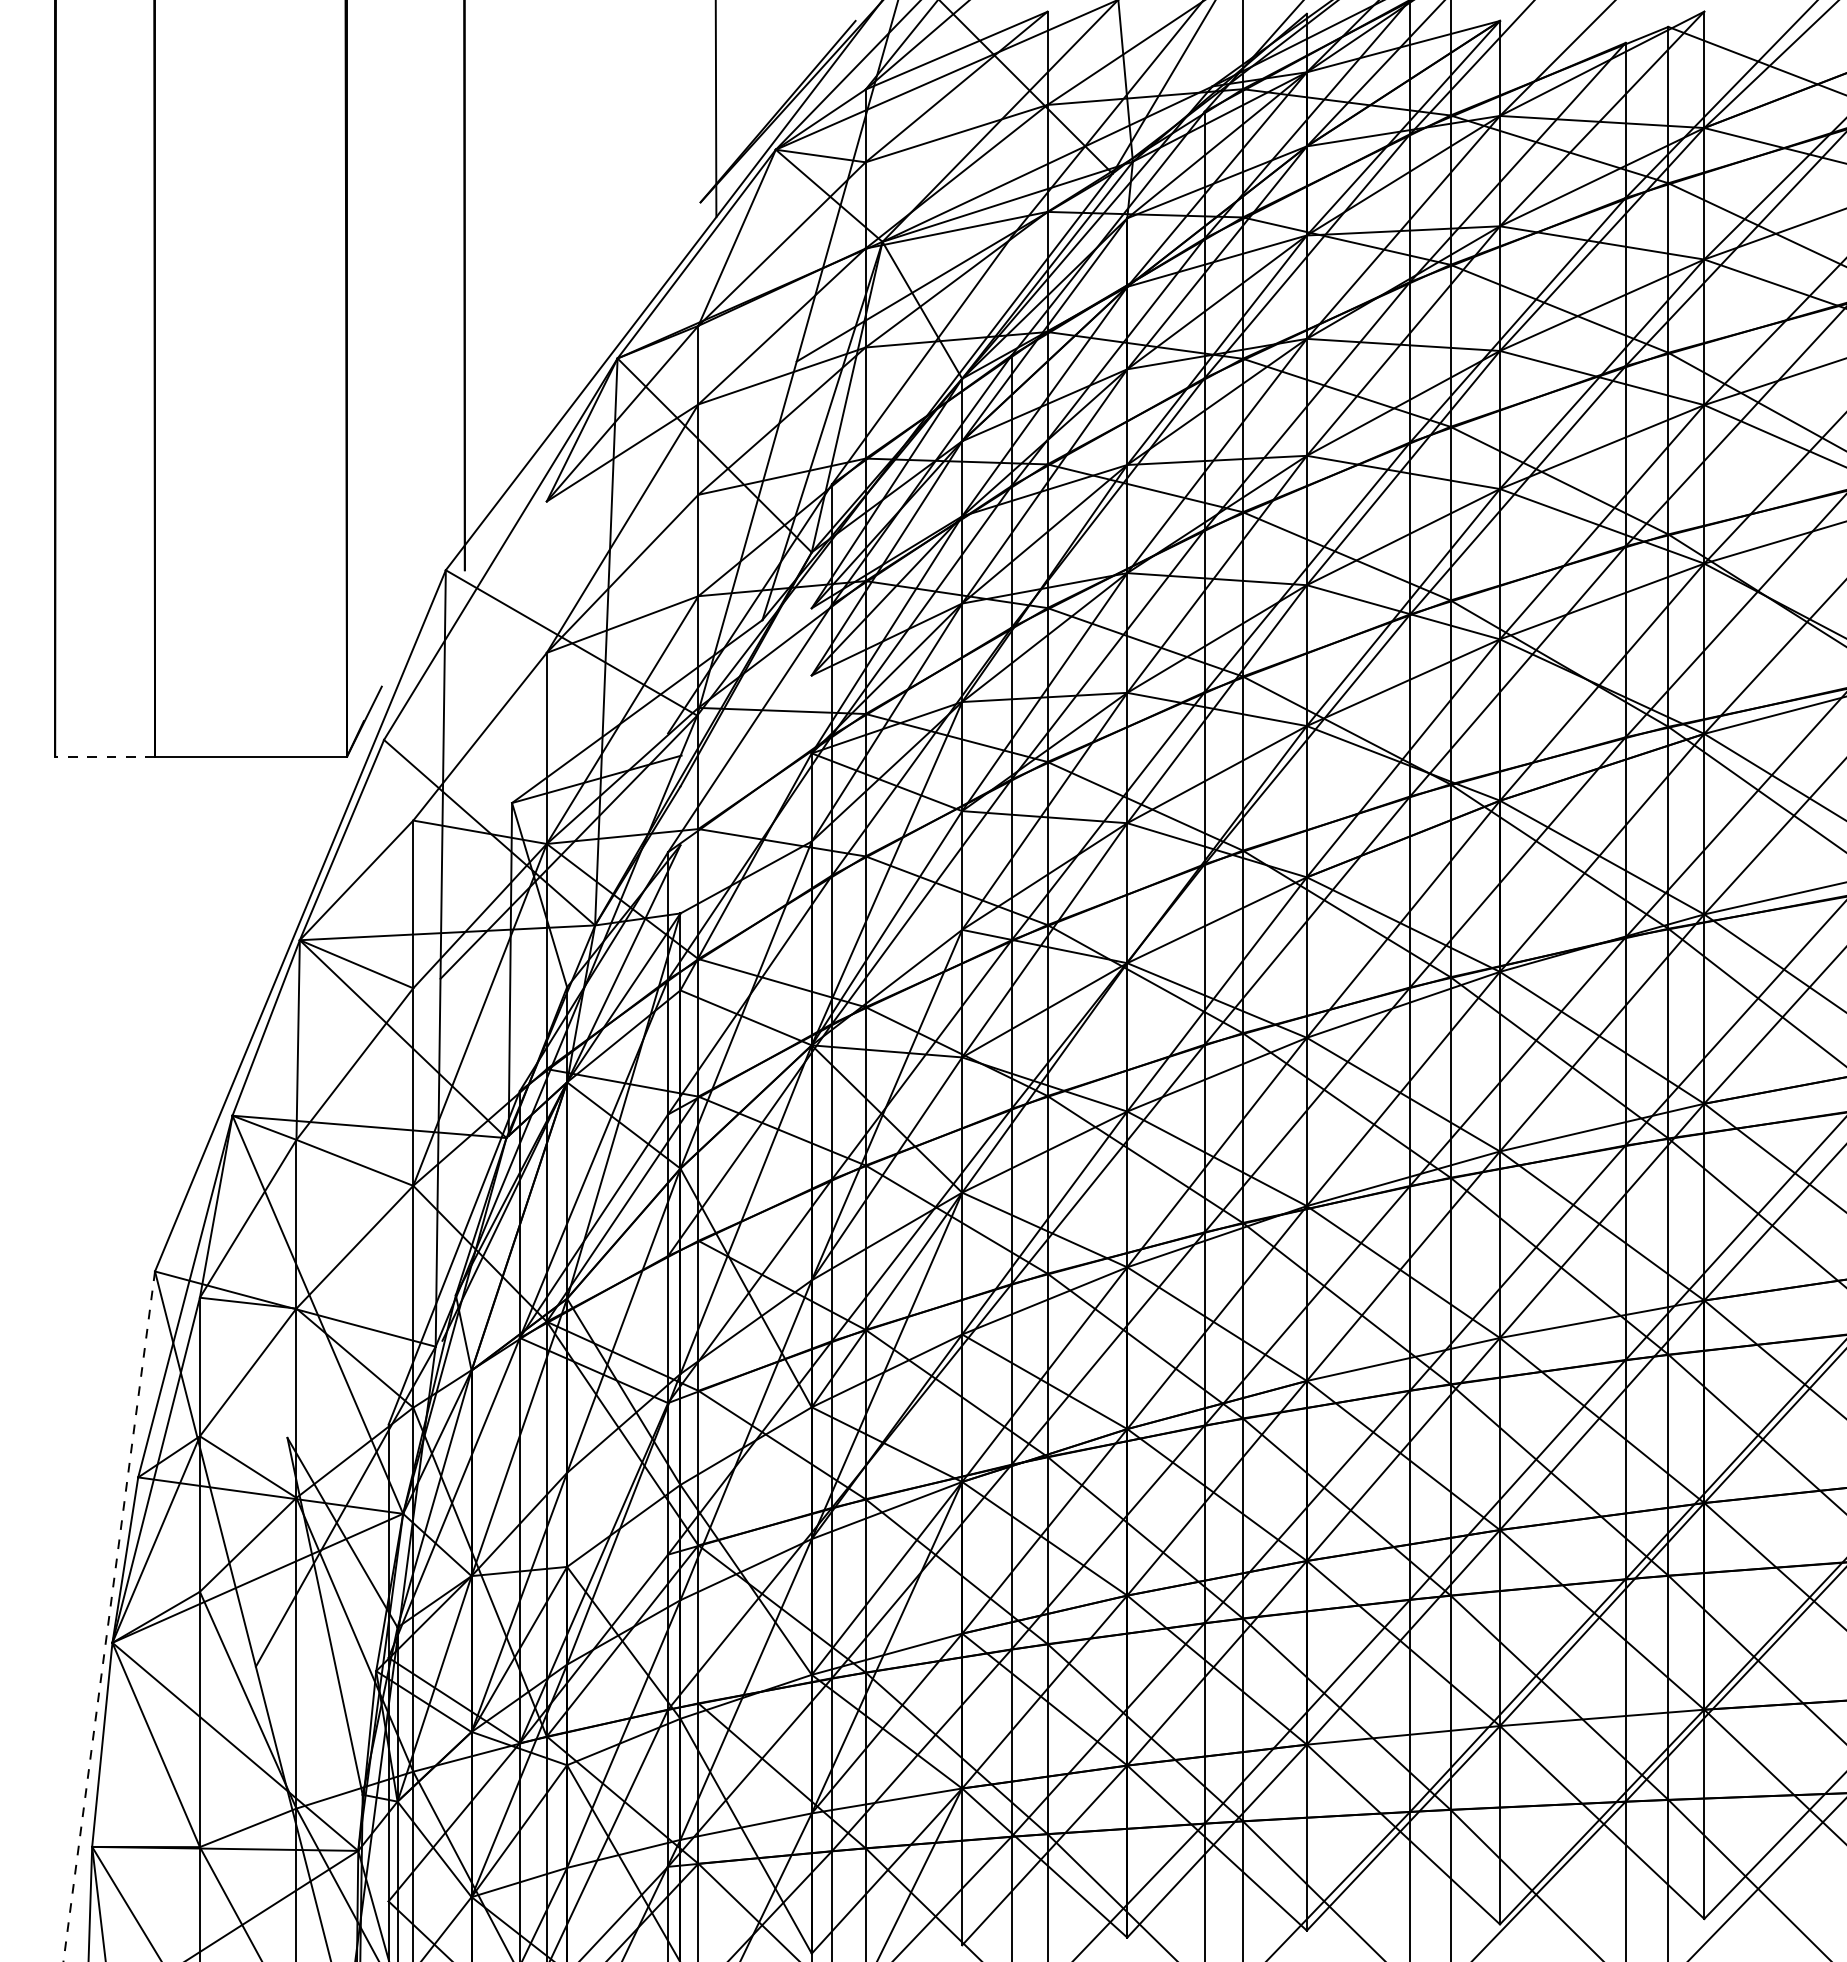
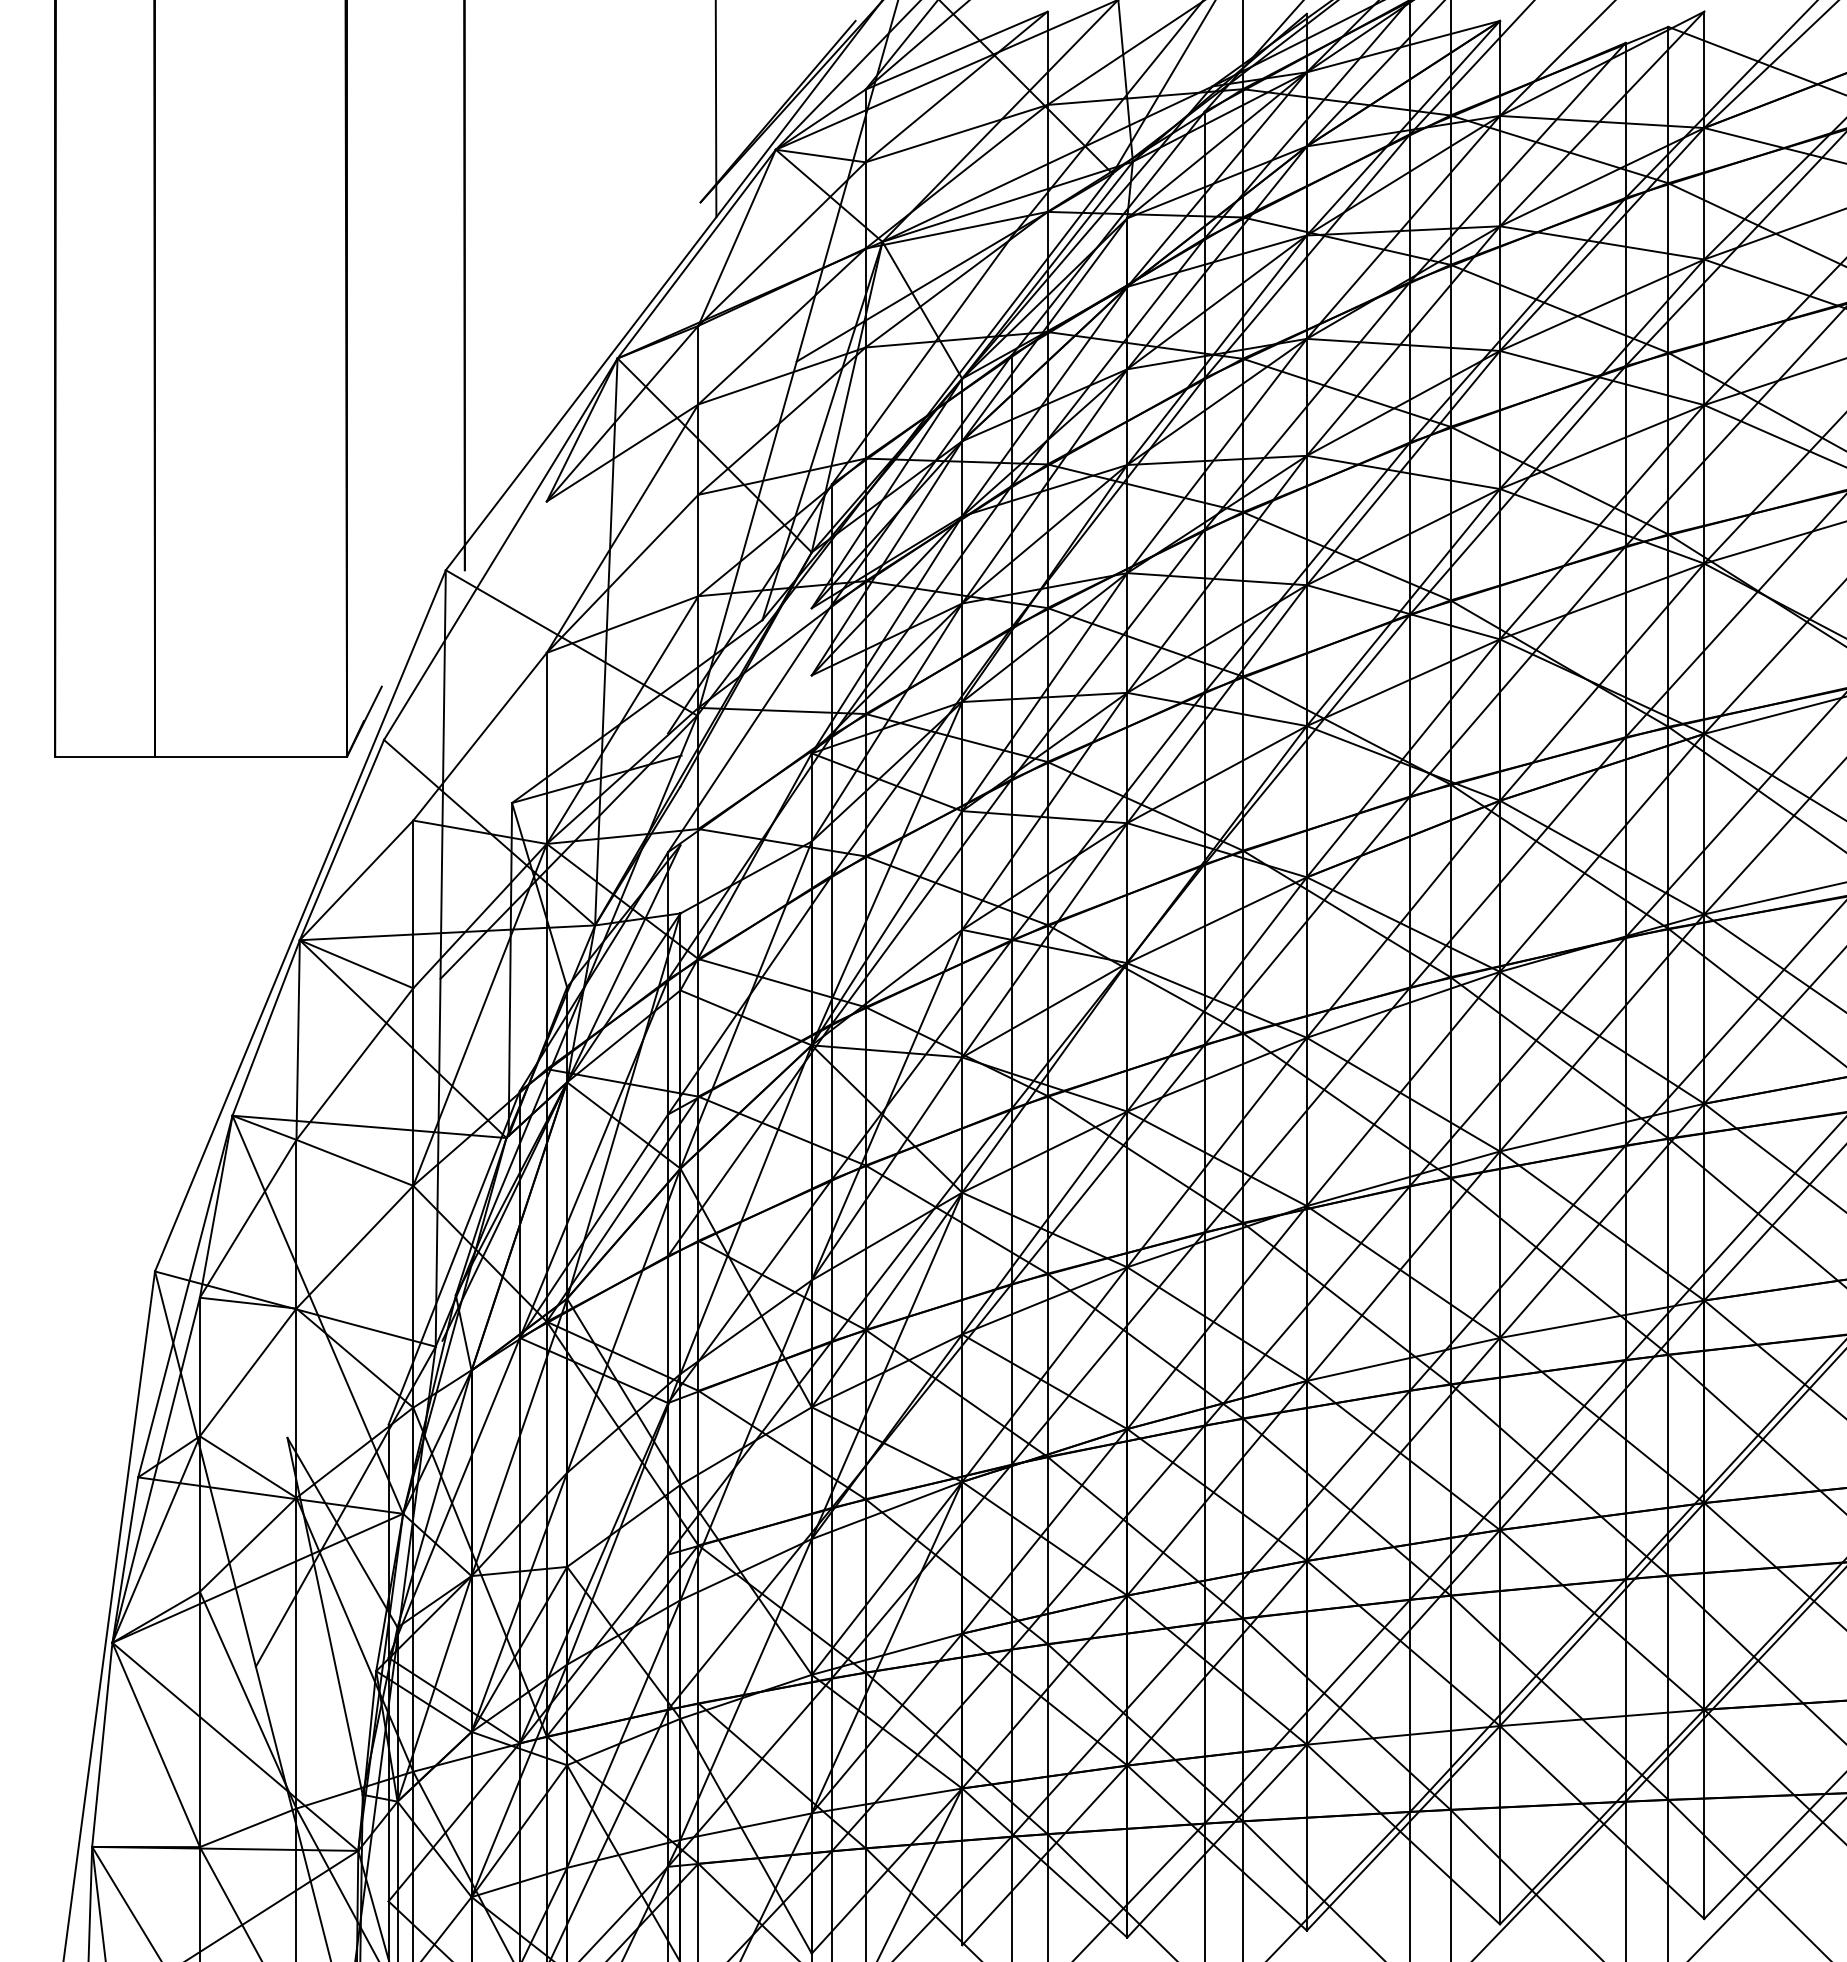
line at (105, 756): dashed -> solid
line at (109, 1617): dashed -> solid
